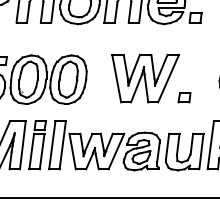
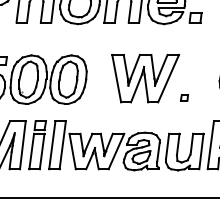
part at (184, 97) size: 15x12 px -> 9x8 px
